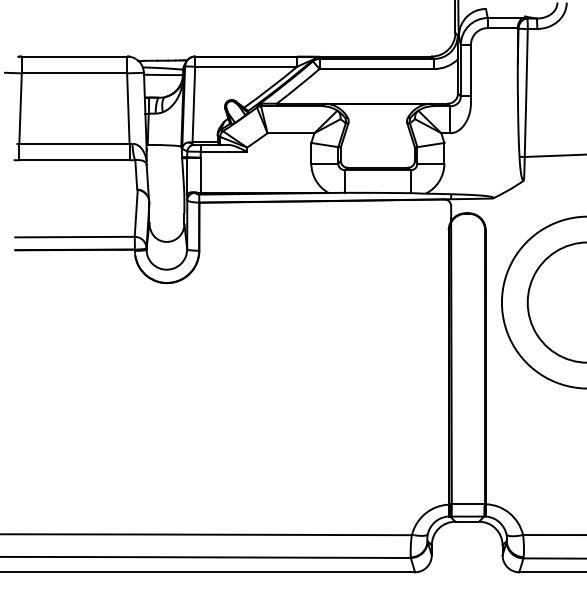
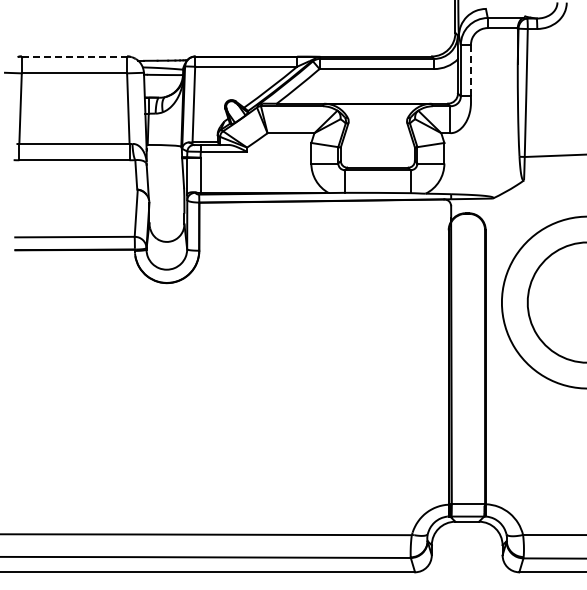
line at (74, 56): solid -> dashed
line at (470, 70): solid -> dashed
